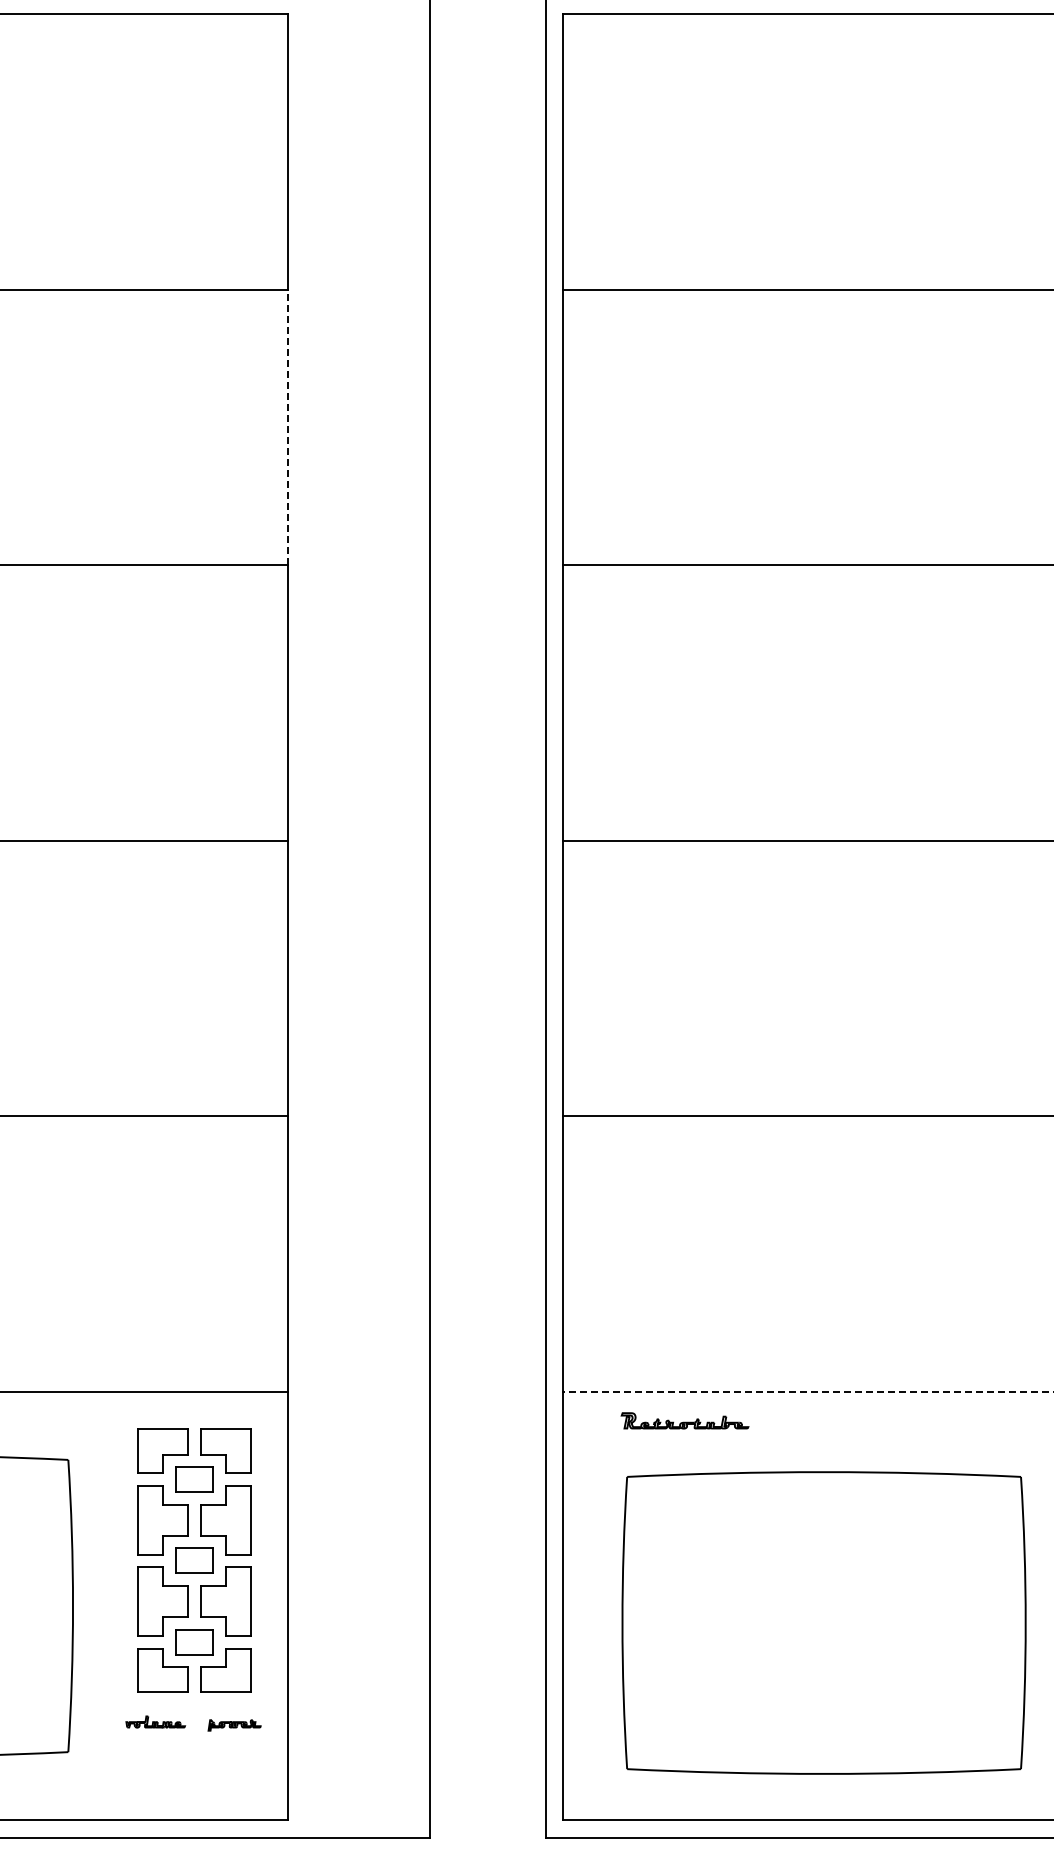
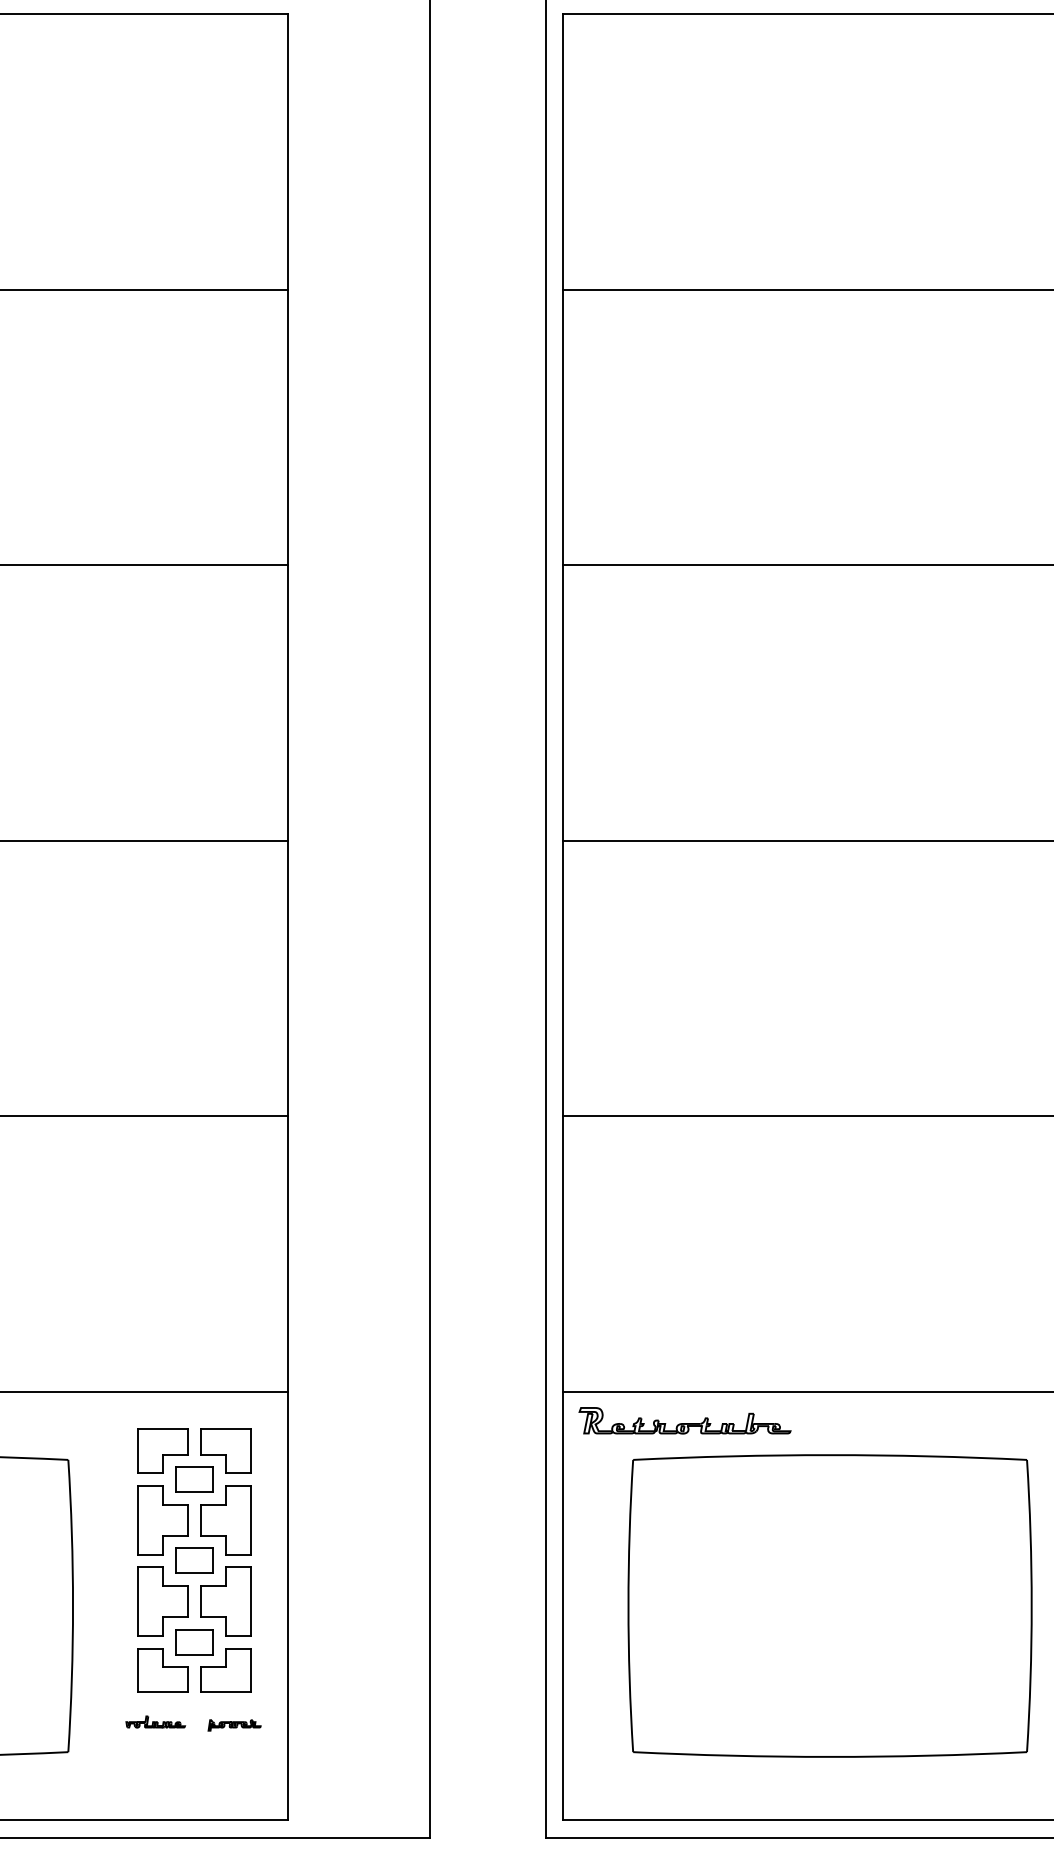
line at (288, 427): dashed -> solid
line at (808, 1391): dashed -> solid
part at (684, 1420) size: 130x18 px -> 214x28 px
part at (823, 1622) position: (823, 1622) -> (829, 1605)
